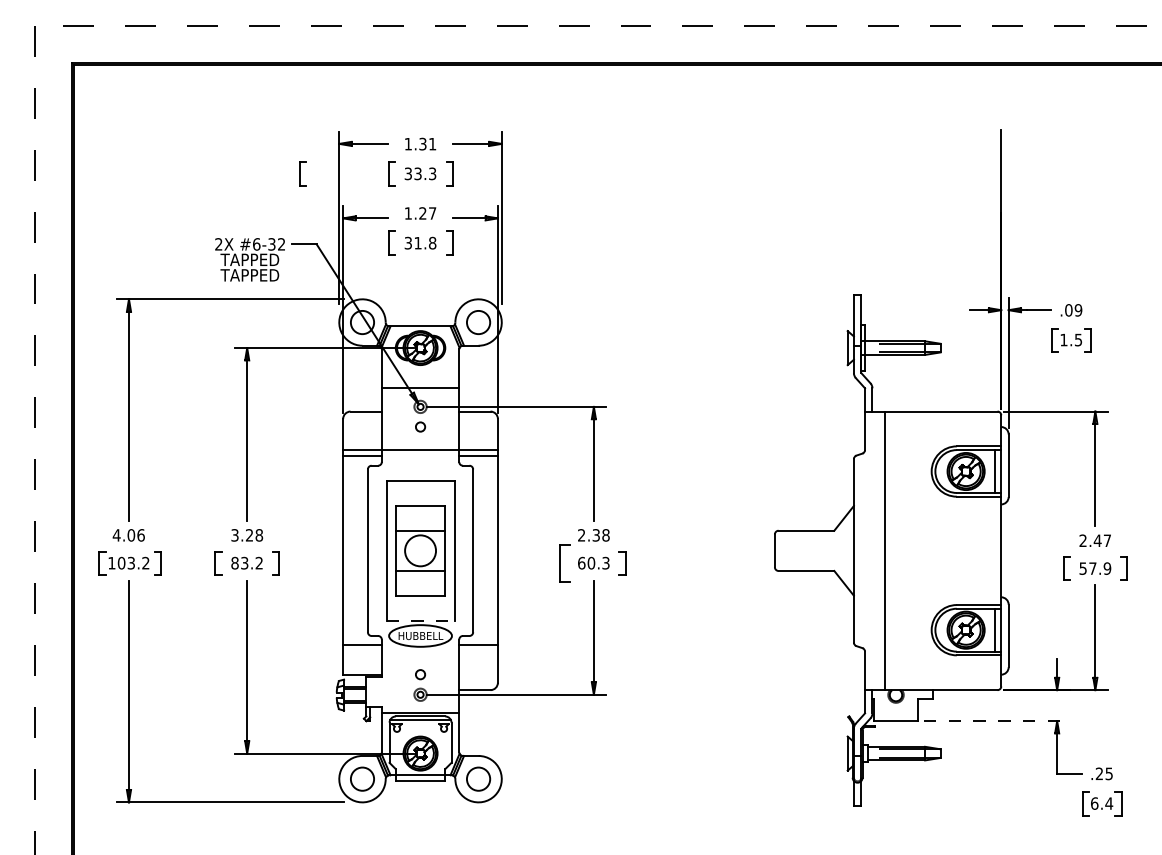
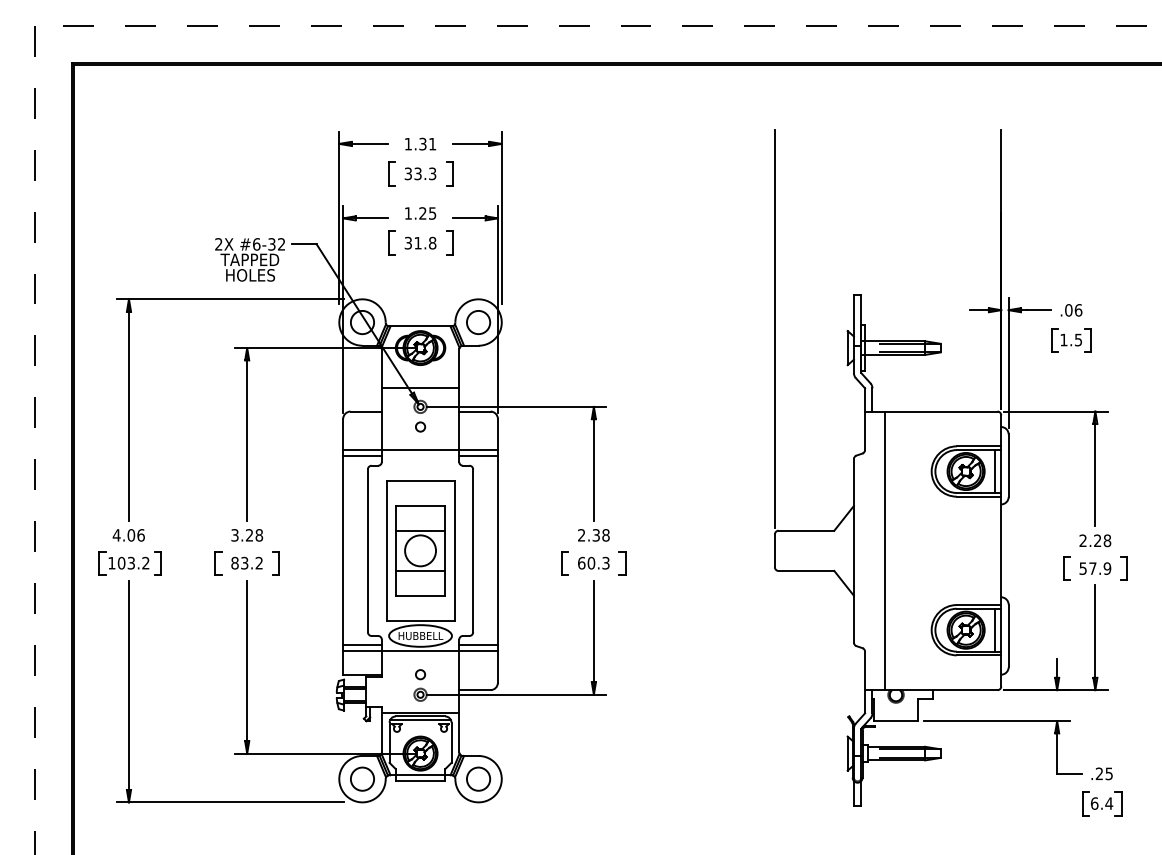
part at (302, 173): present -> none
text at (432, 213): 1.27 -> 1.25
text at (249, 275): TAPPED -> HOLES
text at (1078, 310): .09 -> .06
line at (774, 328): none -> present
text at (1102, 540): 2.47 -> 2.28
part at (564, 563) size: 12x39 px -> 8x25 px
line at (421, 620): dashed -> solid
line at (420, 651): none -> present
line at (996, 721): dashed -> solid
